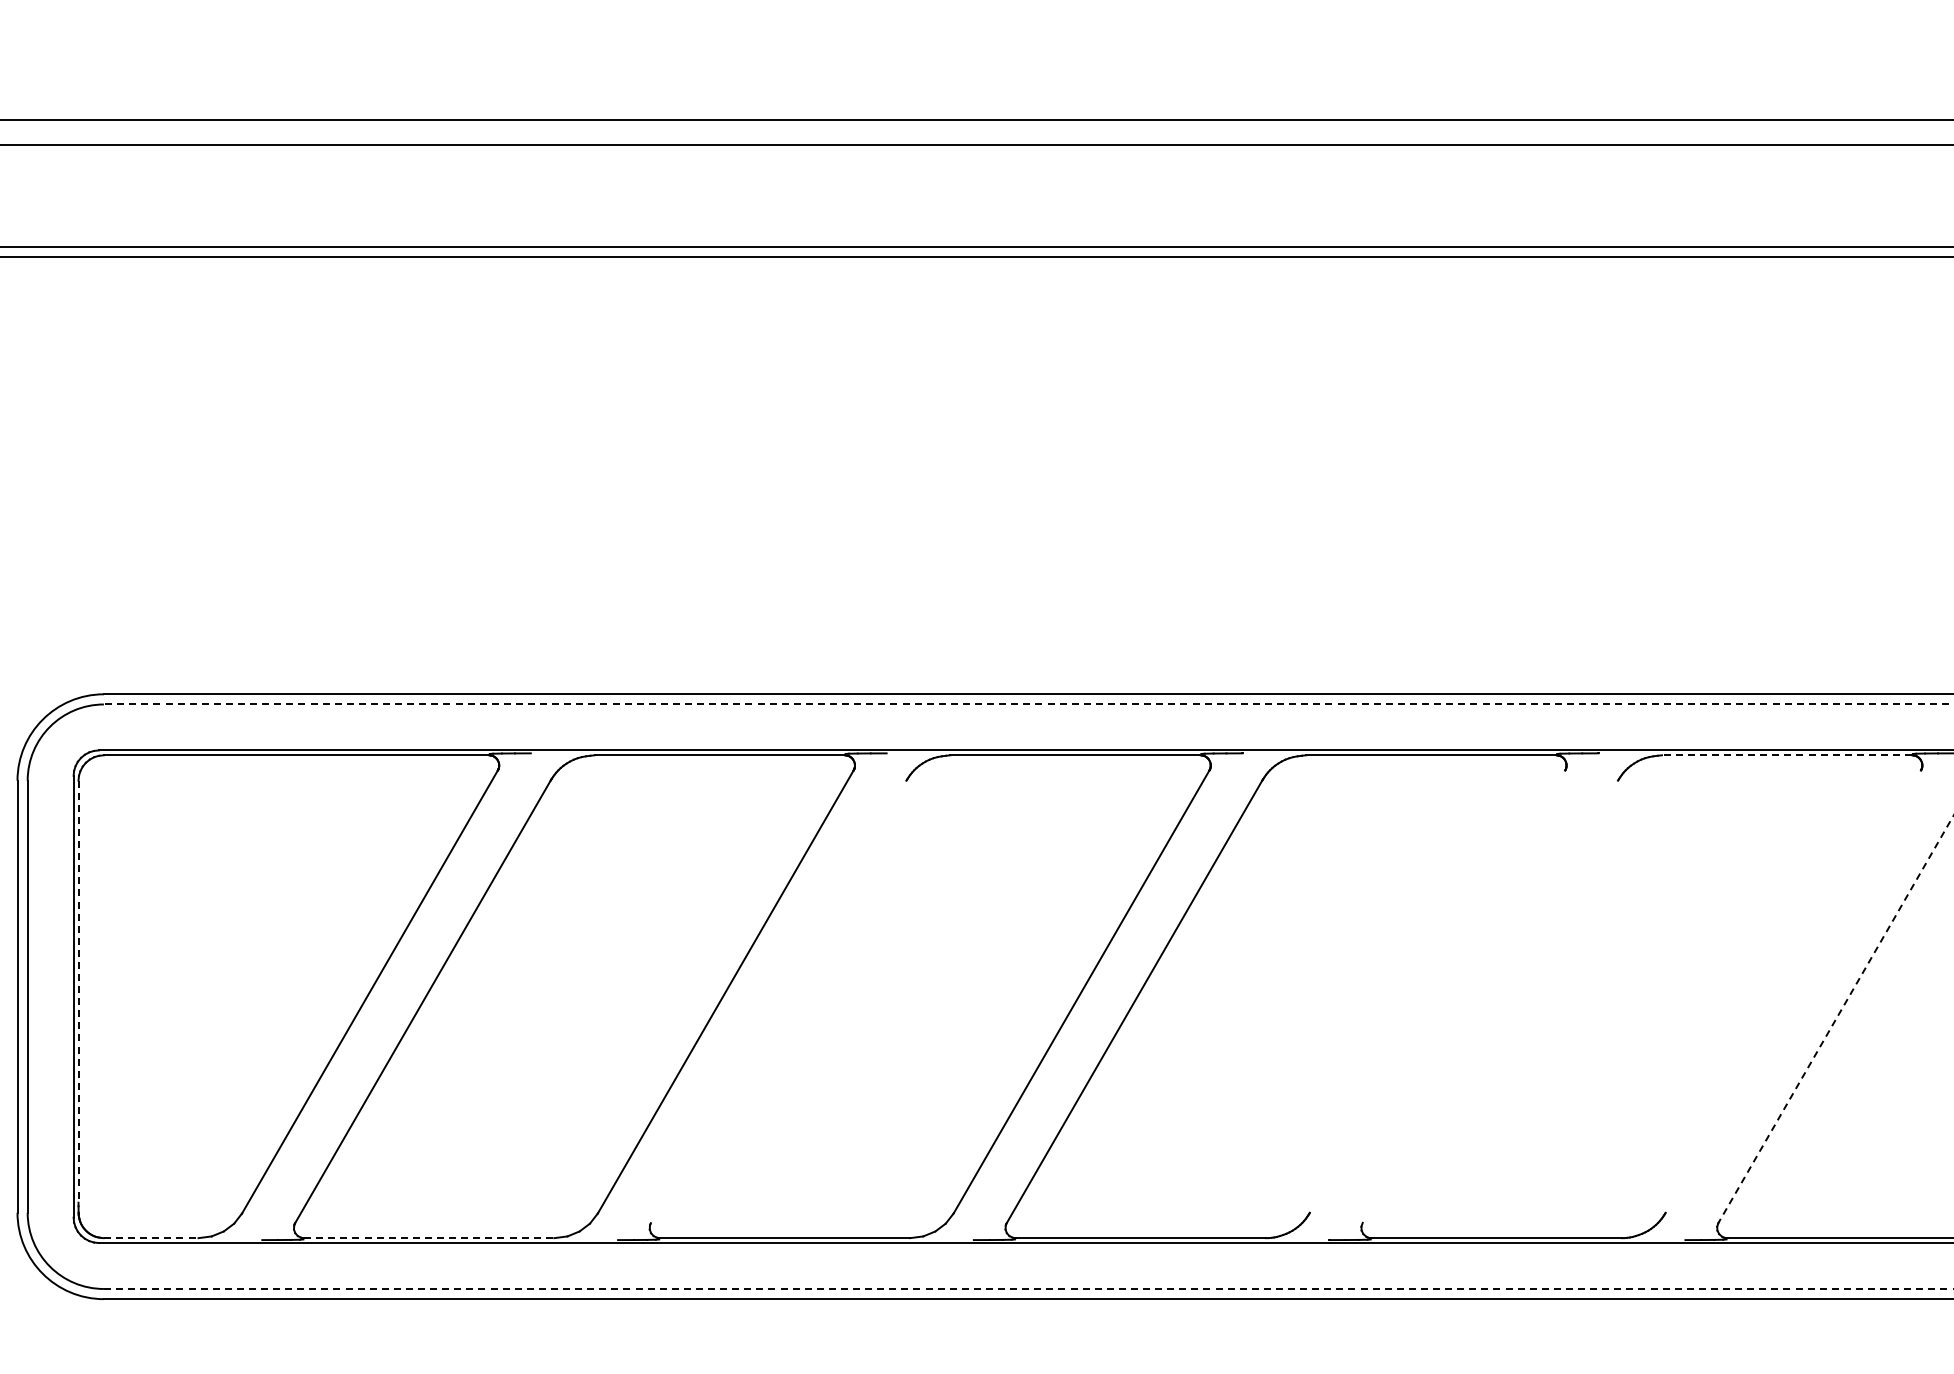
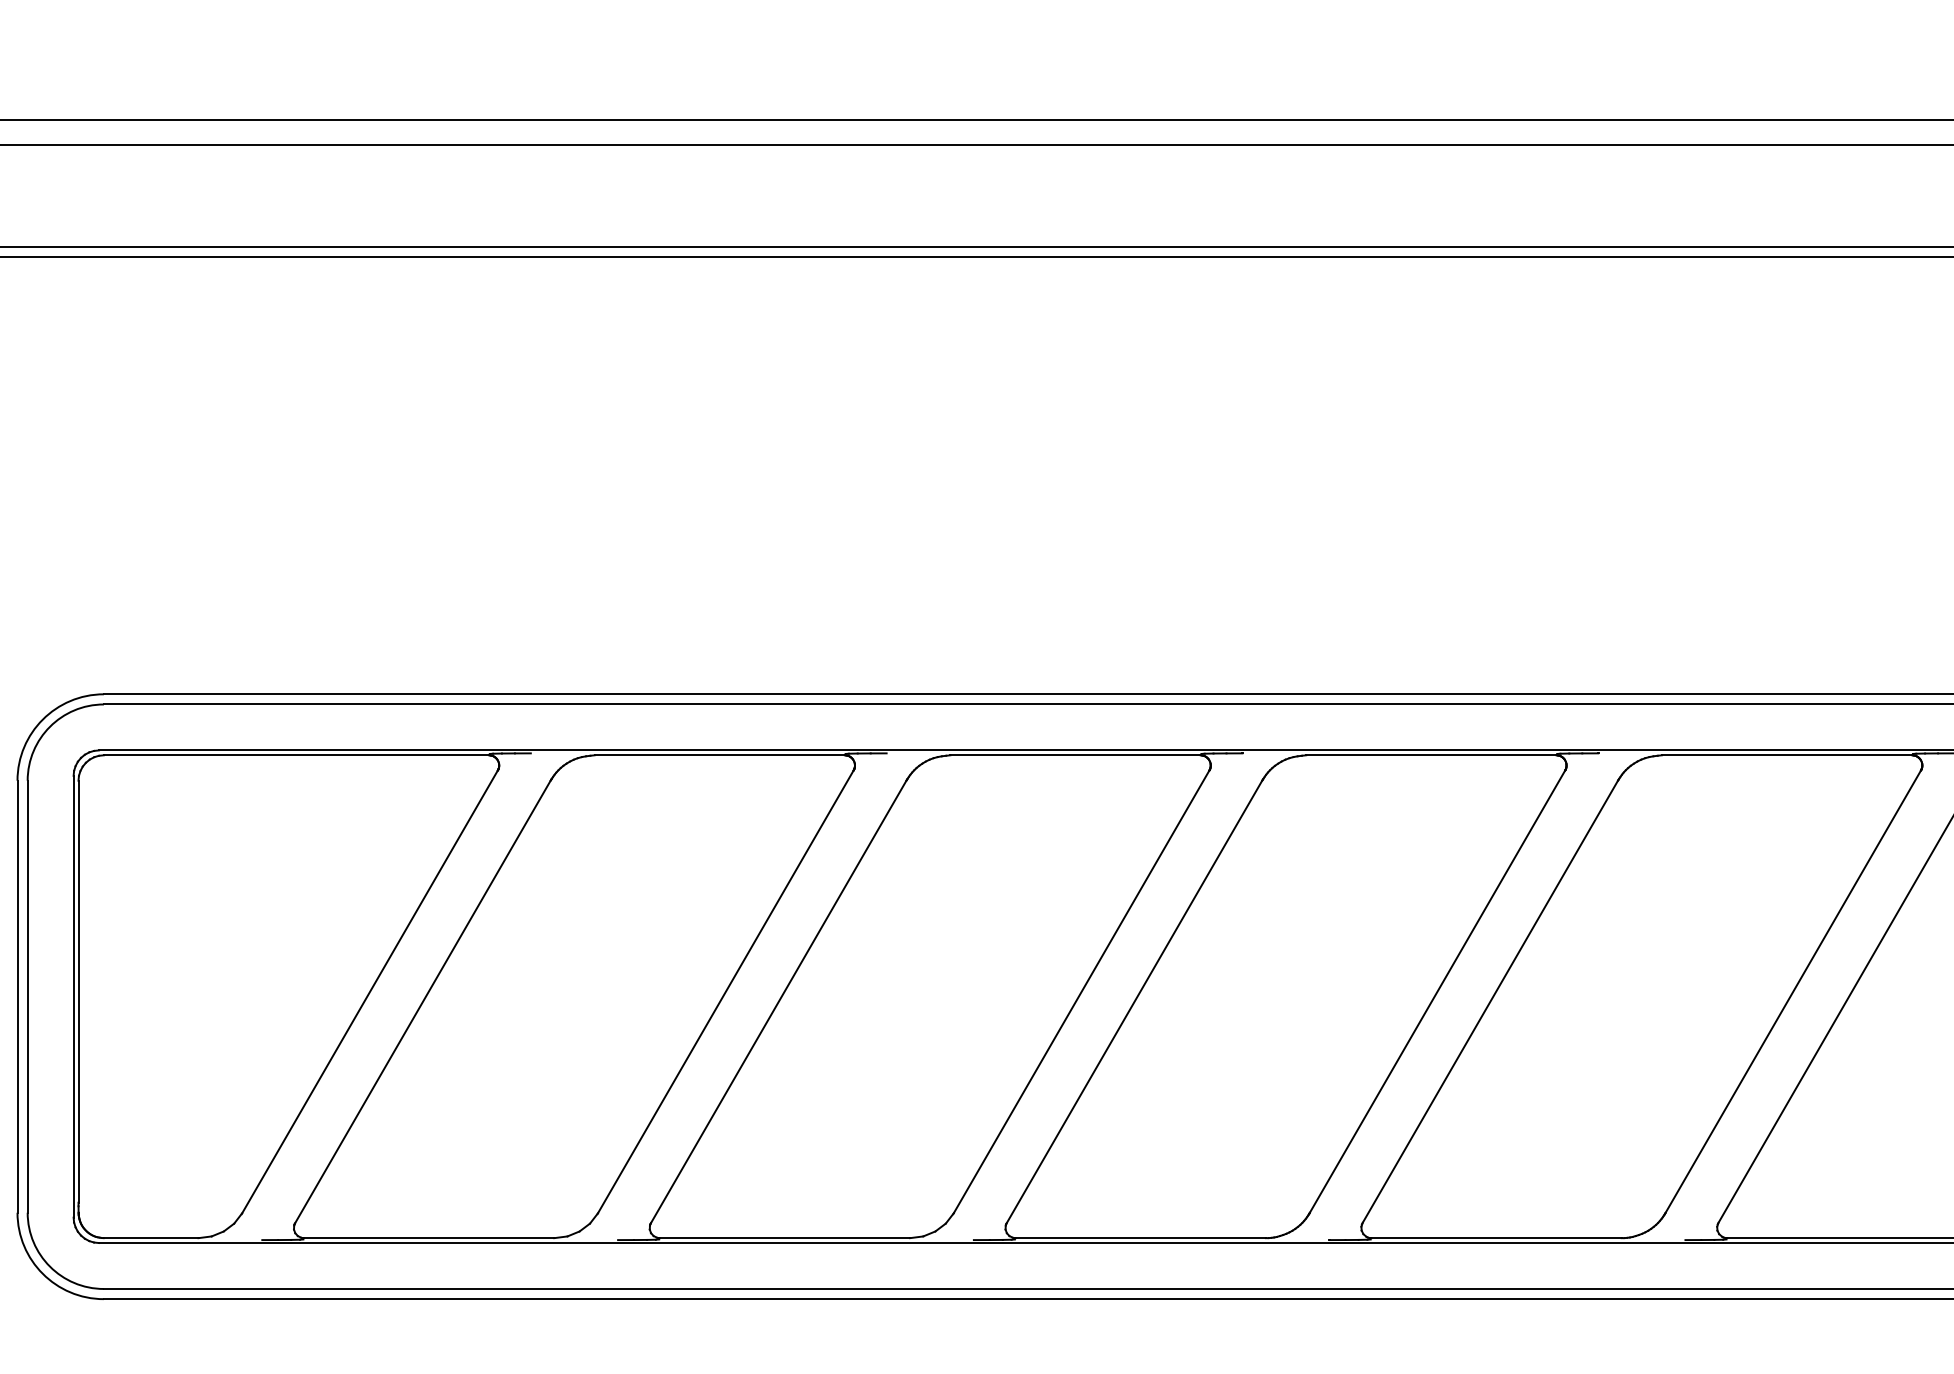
line at (1028, 704): dashed -> solid
line at (1786, 755): dashed -> solid
line at (78, 991): dashed -> solid
line at (1437, 991): none -> present
line at (1792, 991): none -> present
line at (778, 1001): none -> present
line at (1489, 1001): none -> present
line at (1835, 1019): dashed -> solid
line at (151, 1238): dashed -> solid
line at (429, 1238): dashed -> solid
line at (1028, 1288): dashed -> solid
